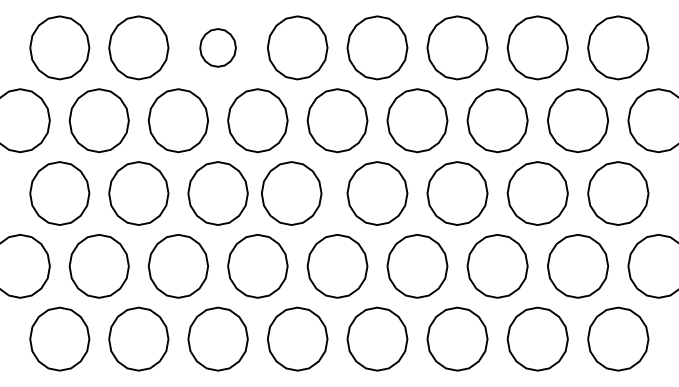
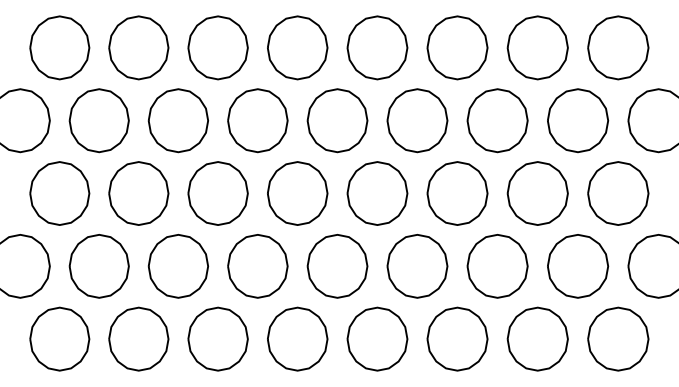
part at (217, 47) size: 38x40 px -> 62x66 px
part at (291, 193) position: (291, 193) -> (297, 193)
